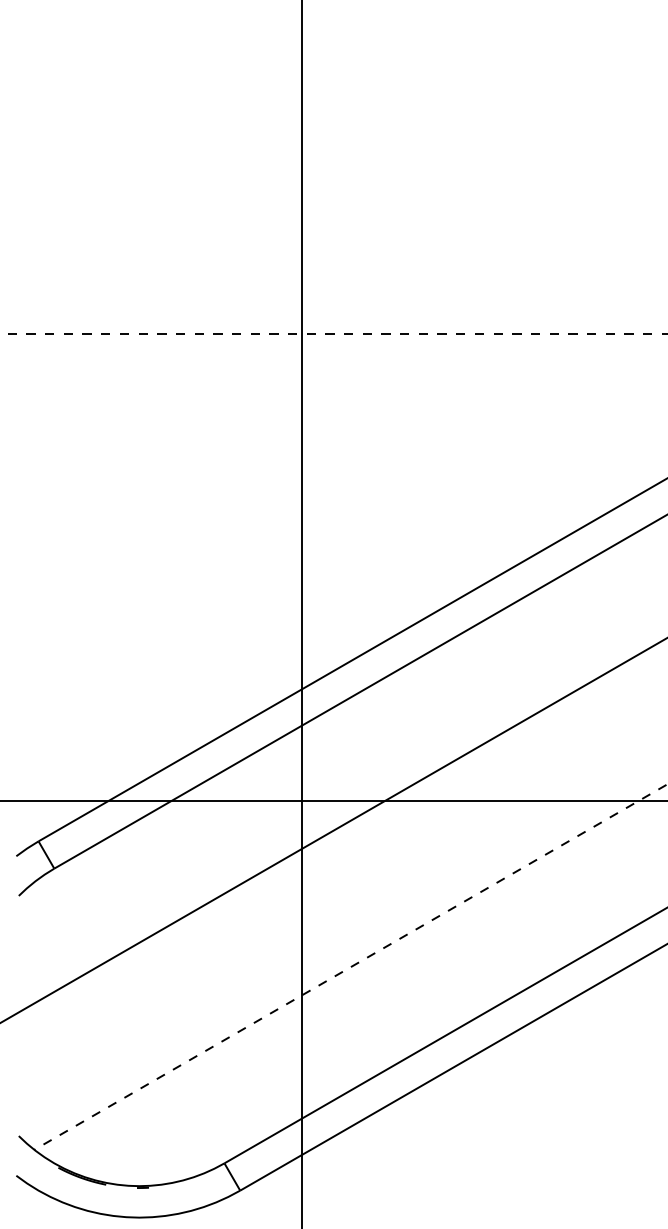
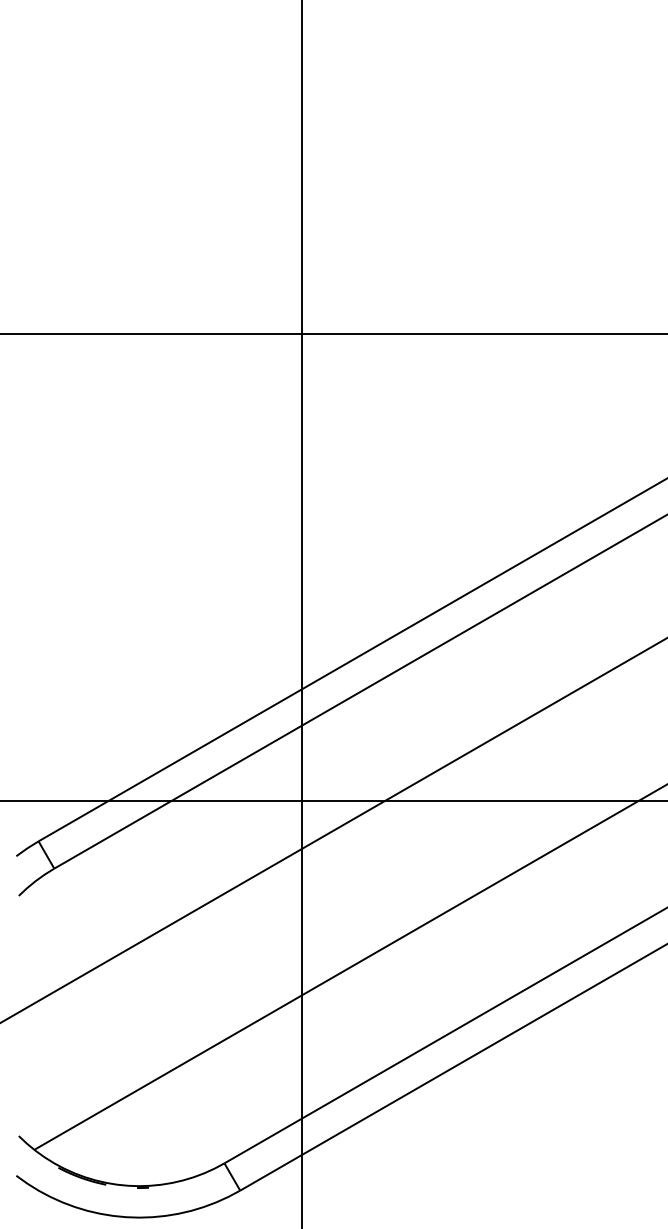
line at (333, 334): dashed -> solid
line at (351, 966): dashed -> solid
